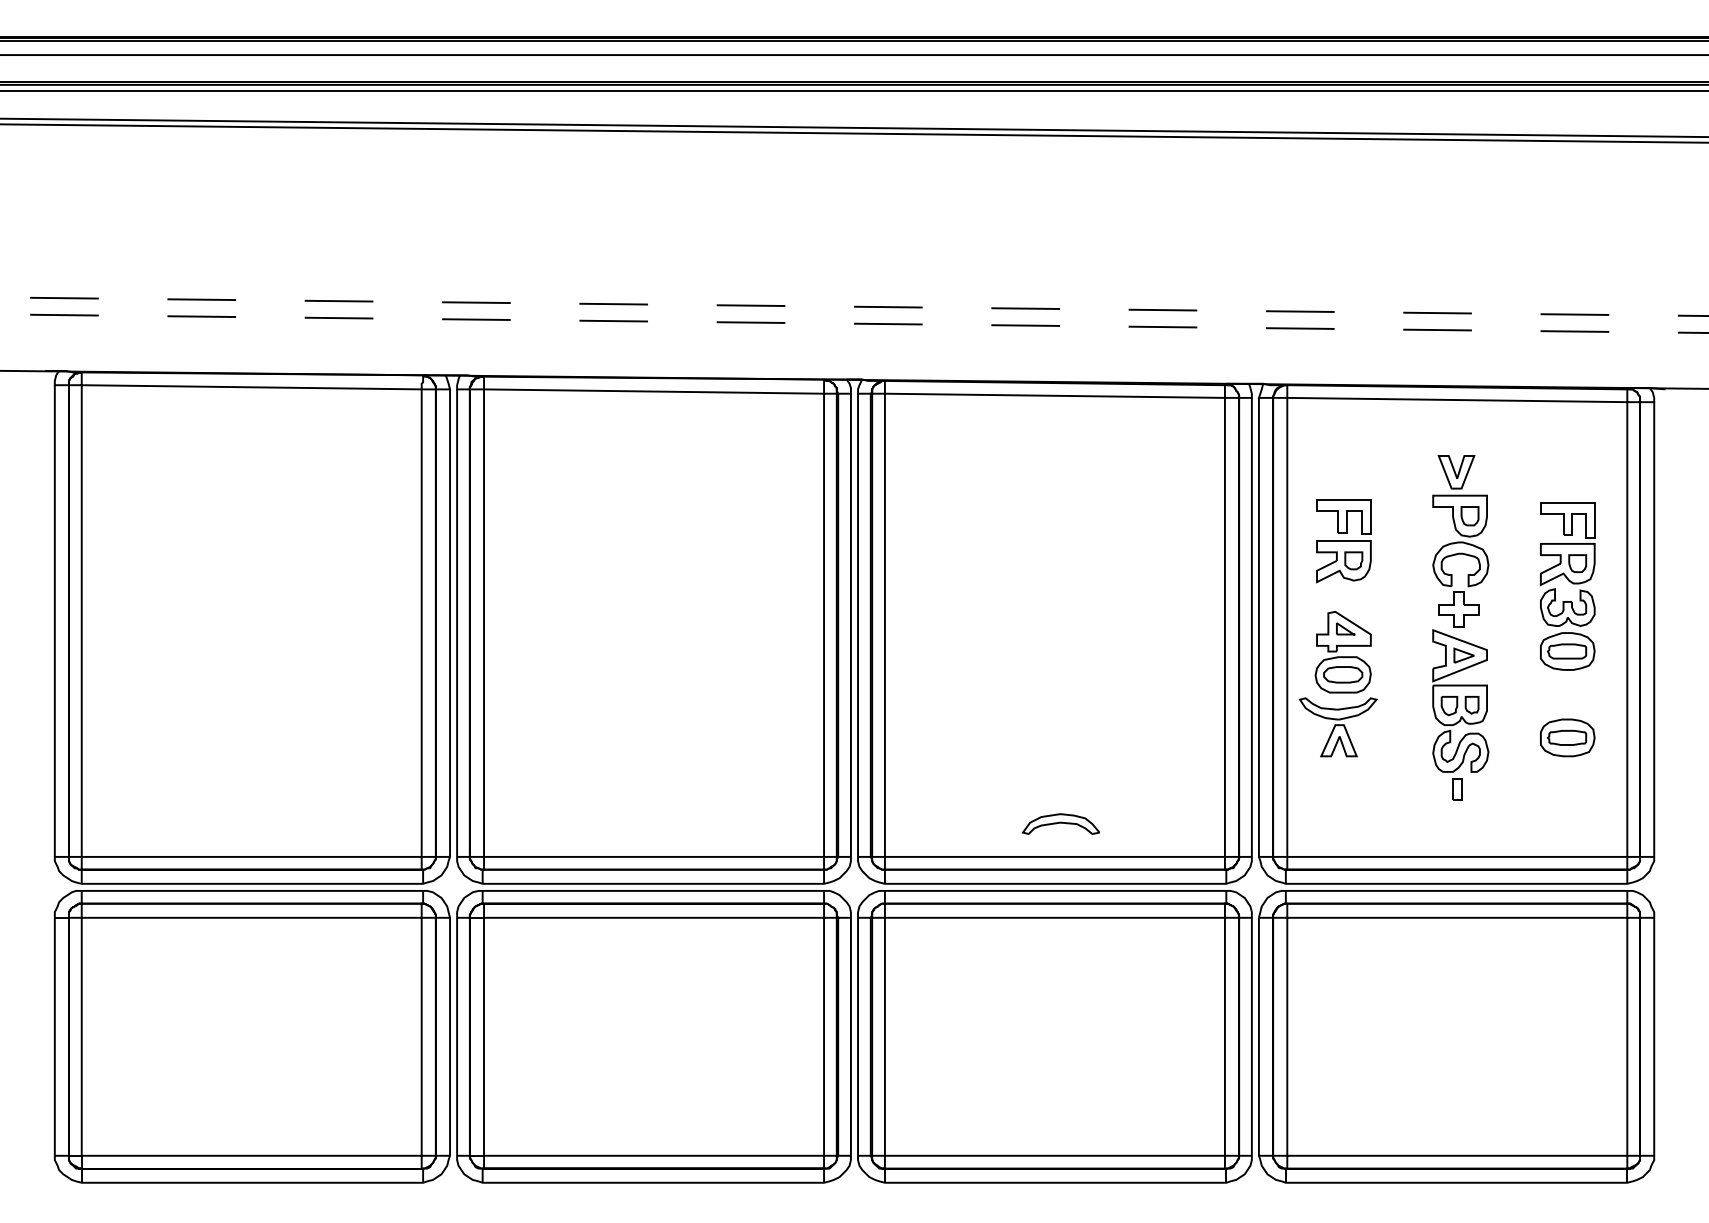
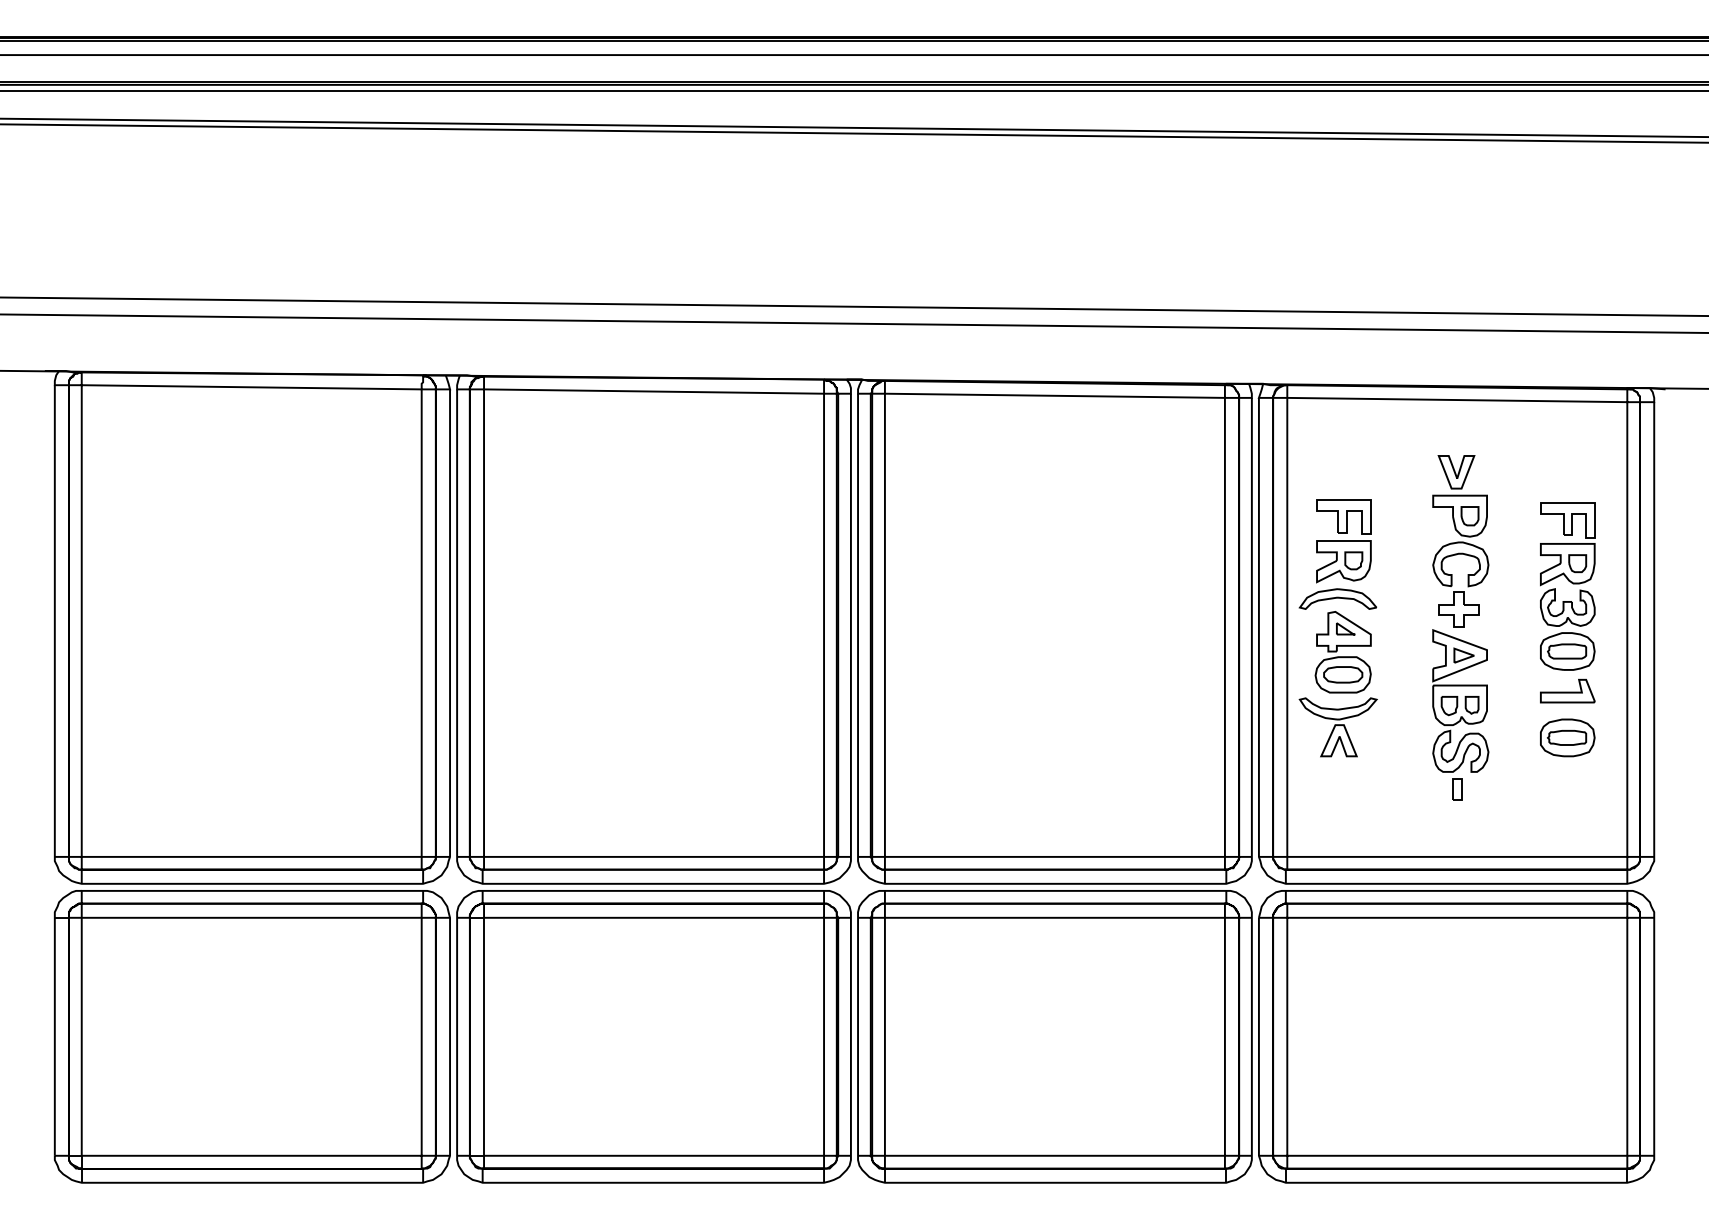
line at (854, 306): dashed -> solid
line at (854, 323): dashed -> solid
part at (1567, 690): none -> present
part at (1060, 823) position: (1060, 823) -> (1337, 598)
